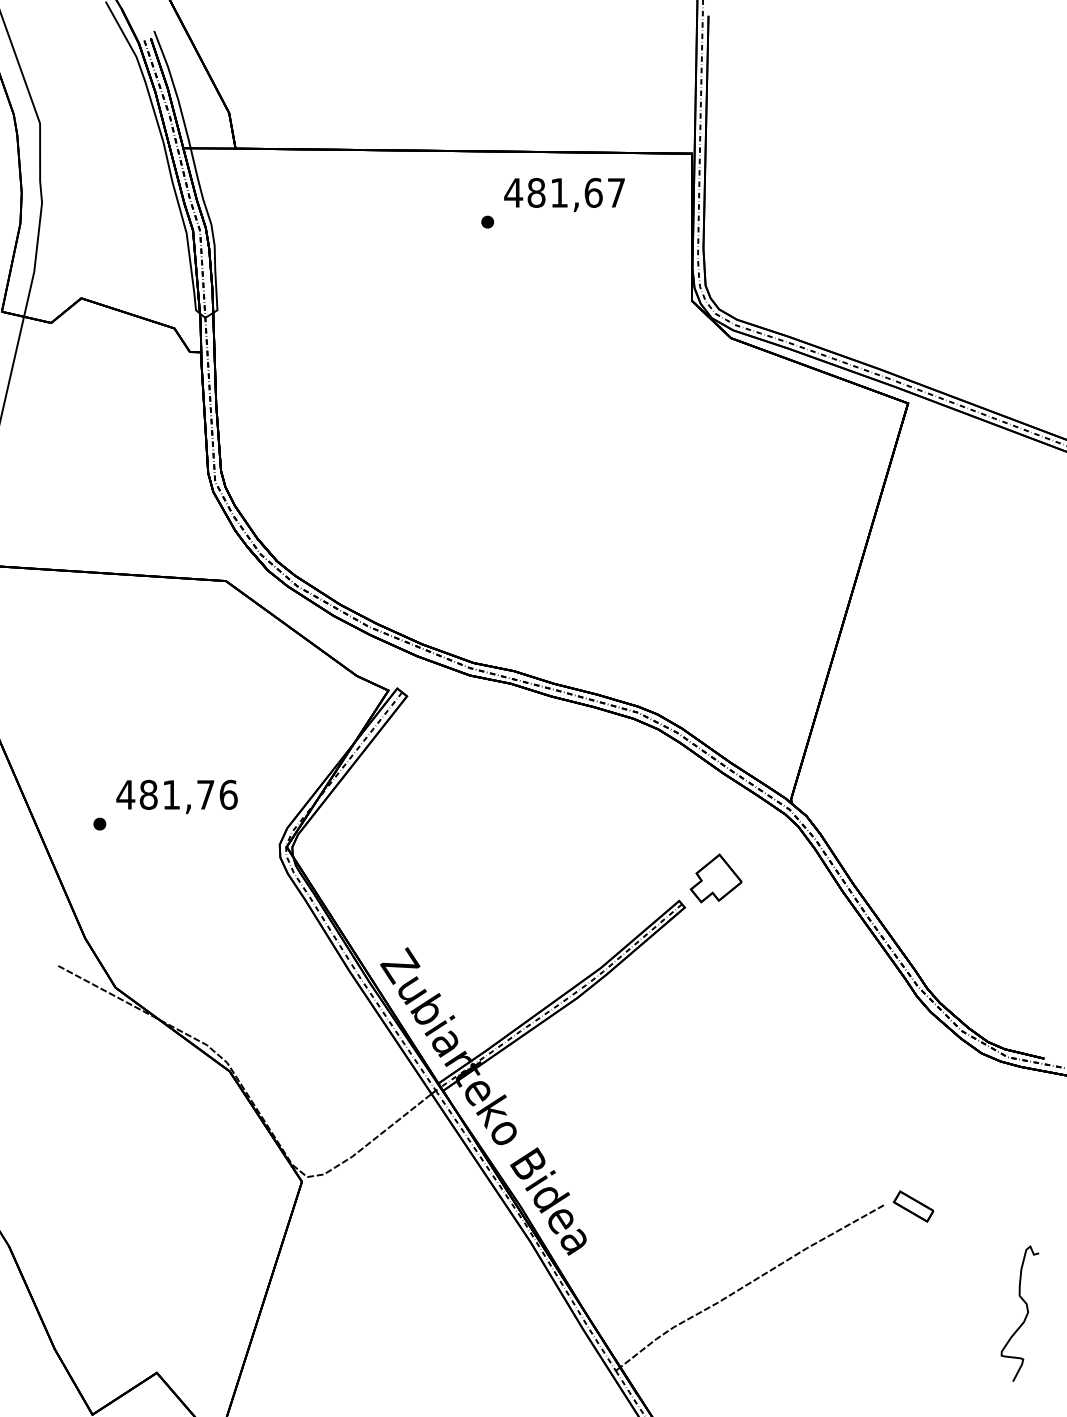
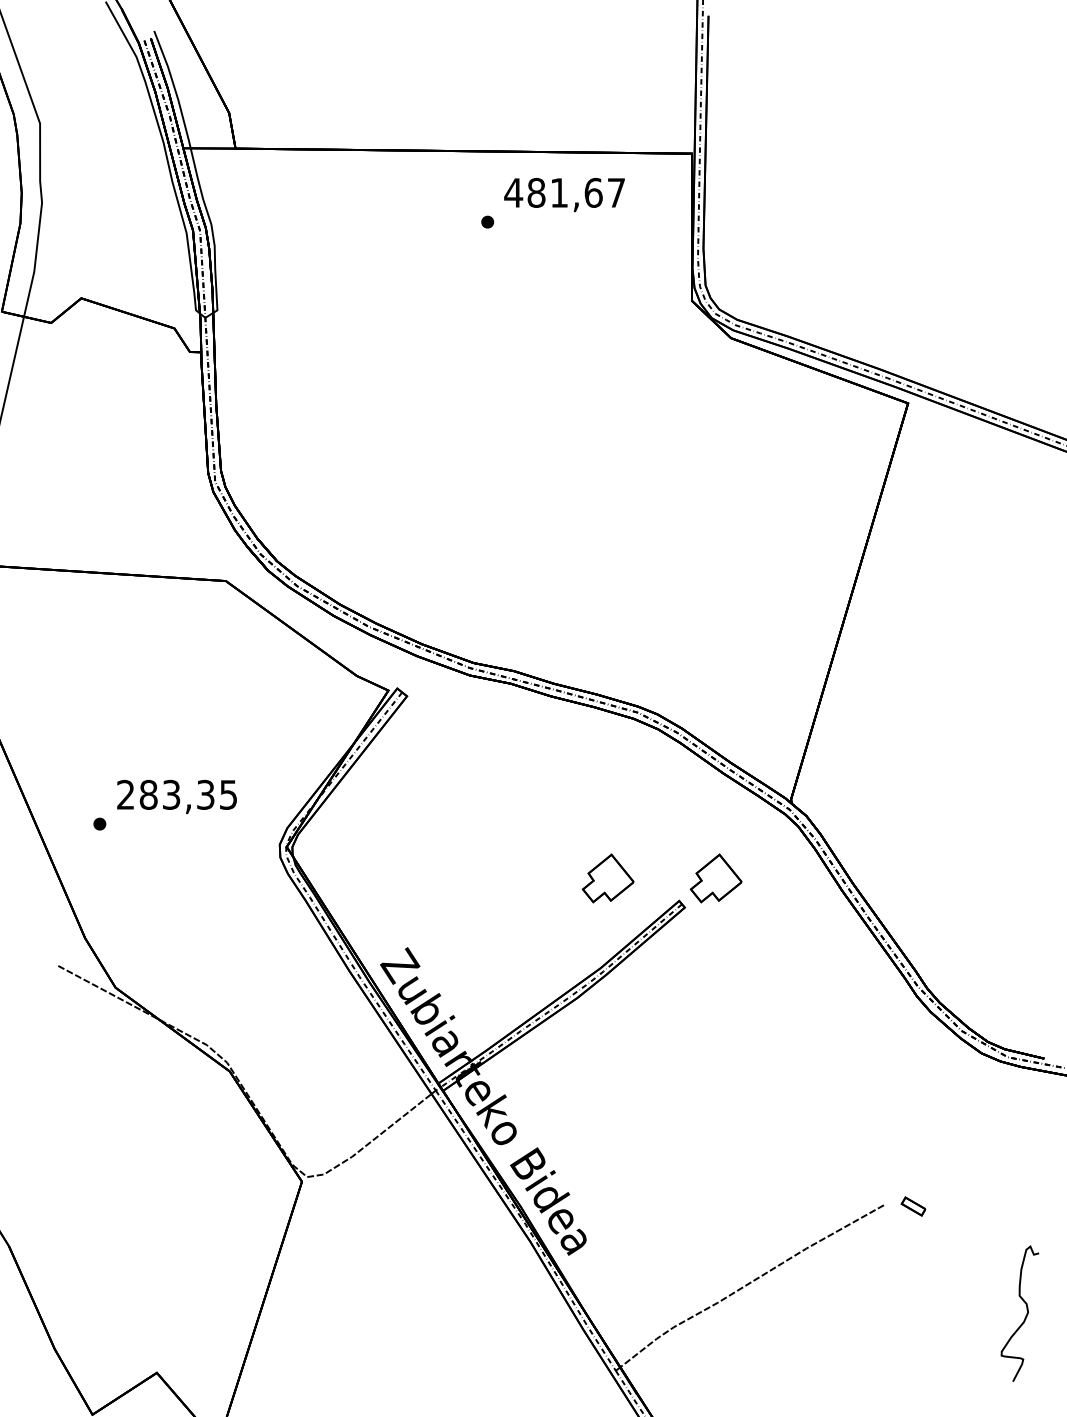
text at (176, 794): 481,76 -> 283,35
part at (607, 878): none -> present
part at (913, 1206) size: 43x33 px -> 27x21 px
